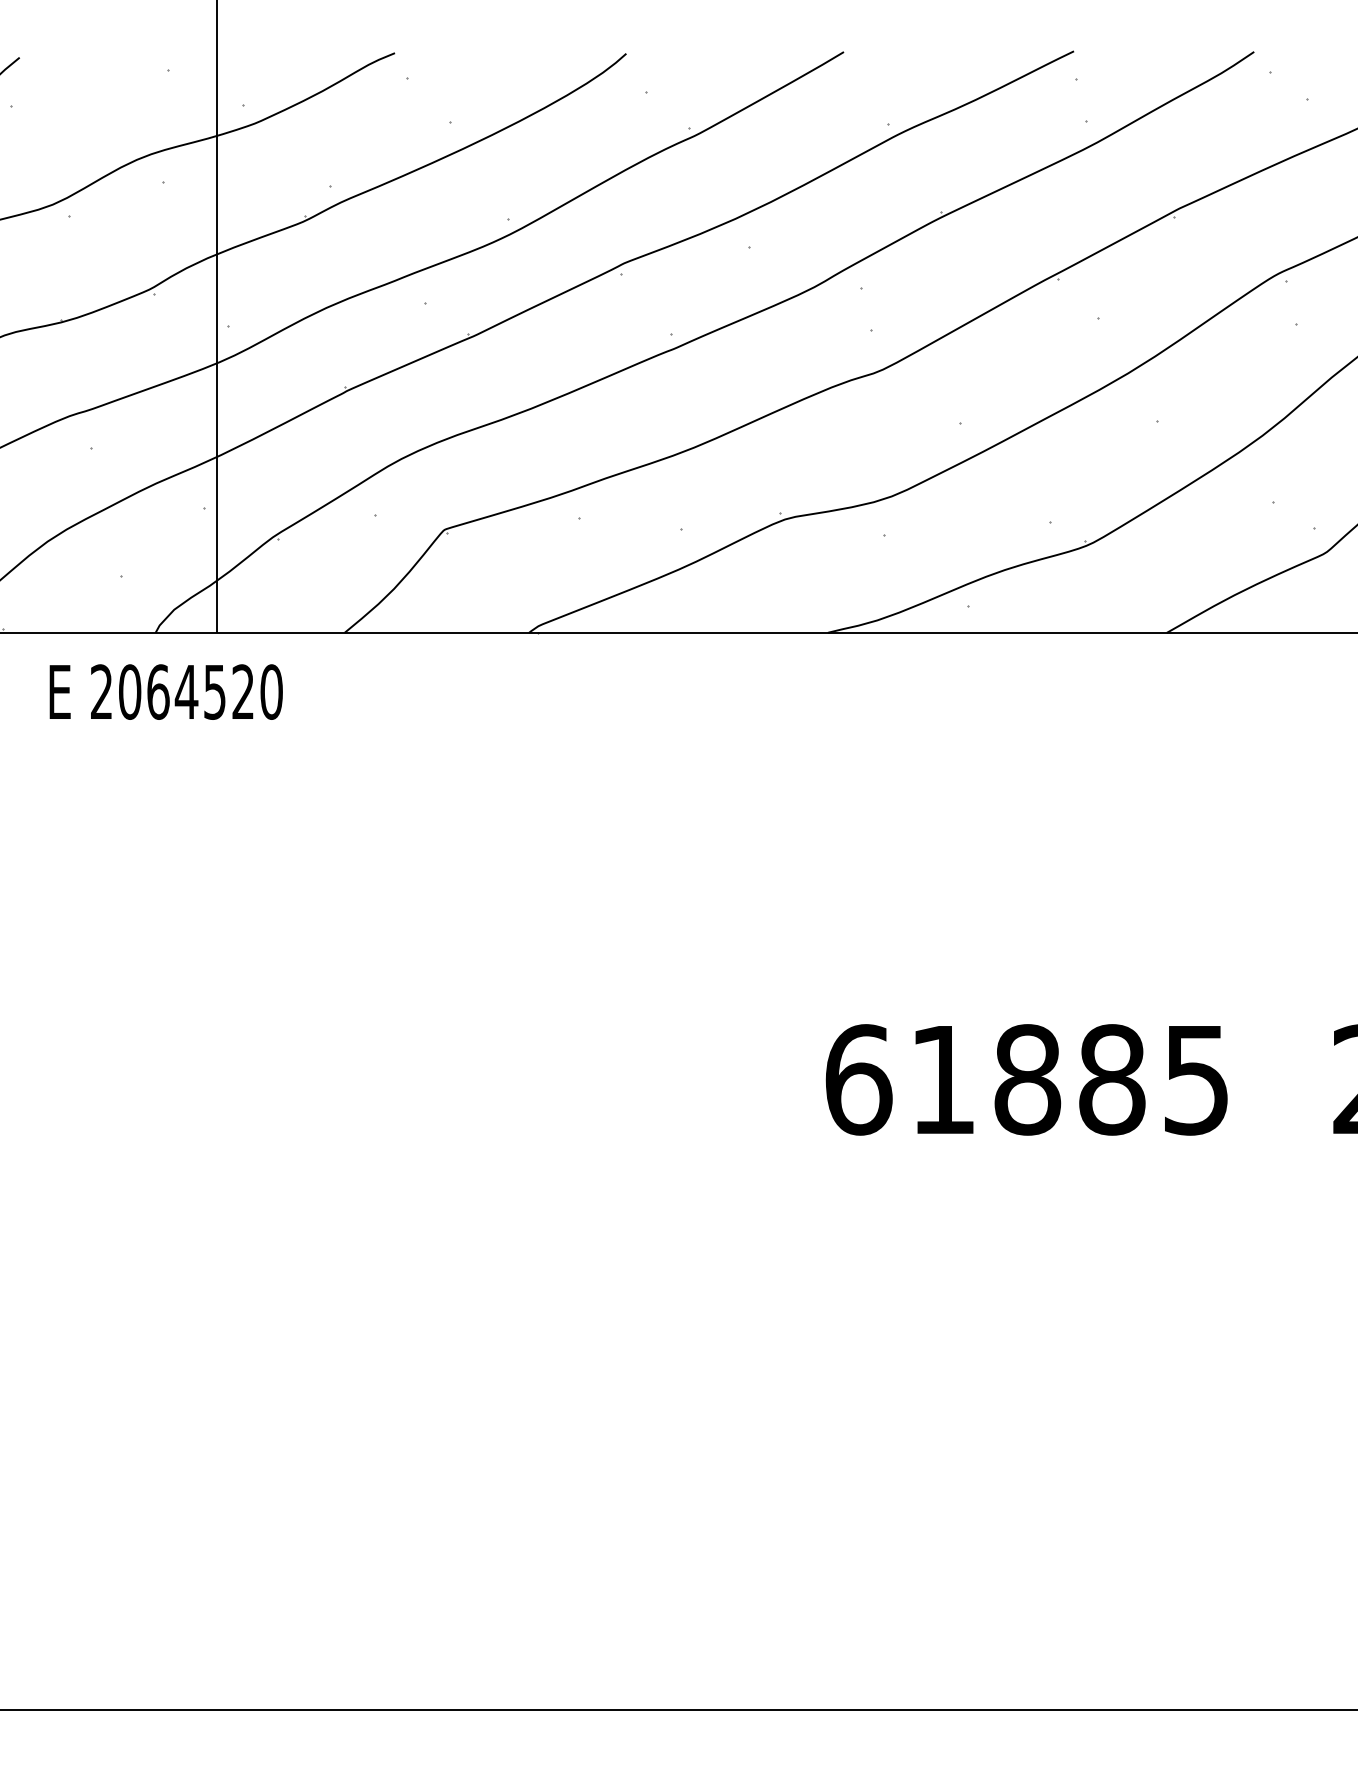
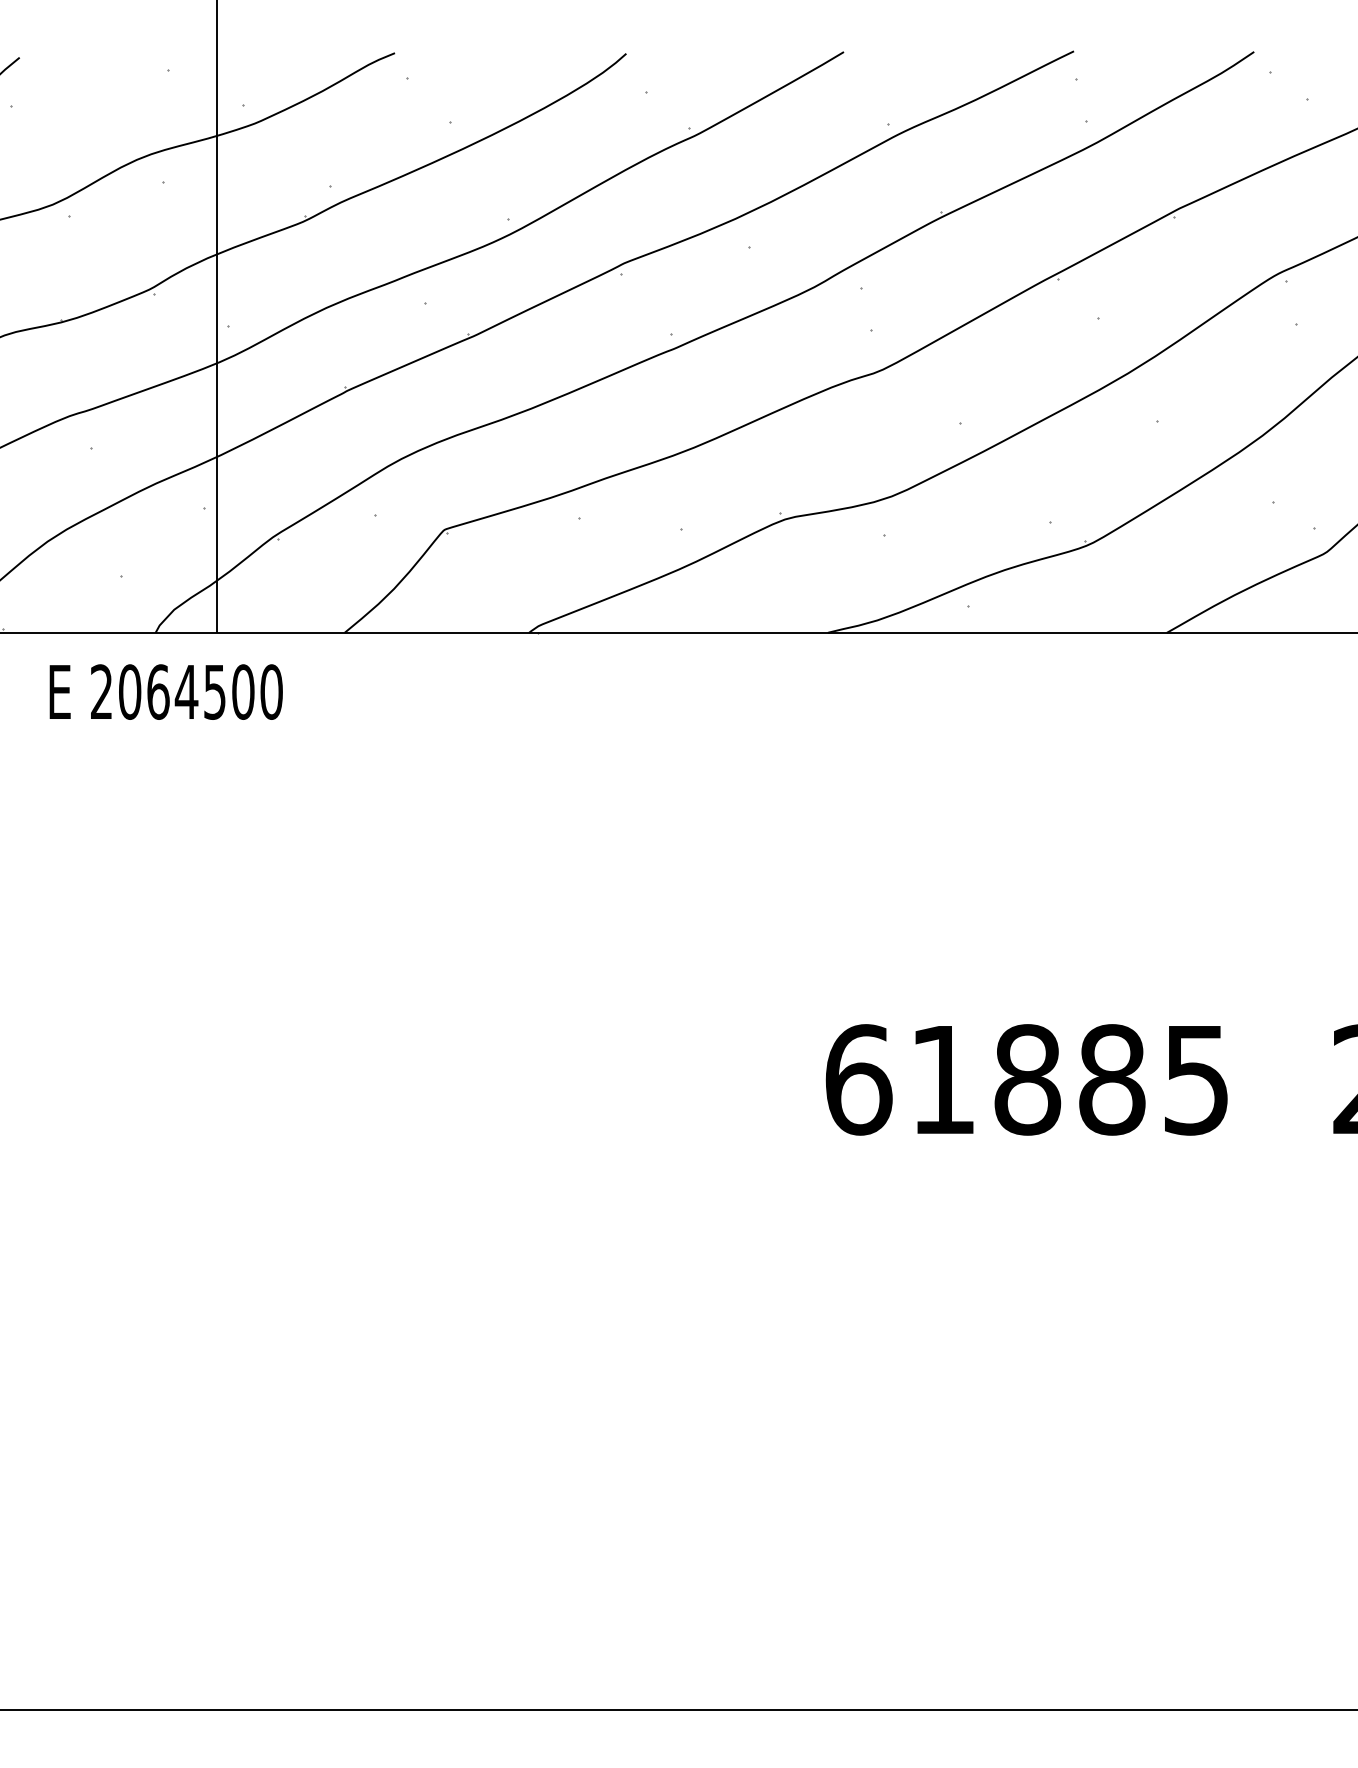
text at (243, 691): 2064520 -> 2064500
